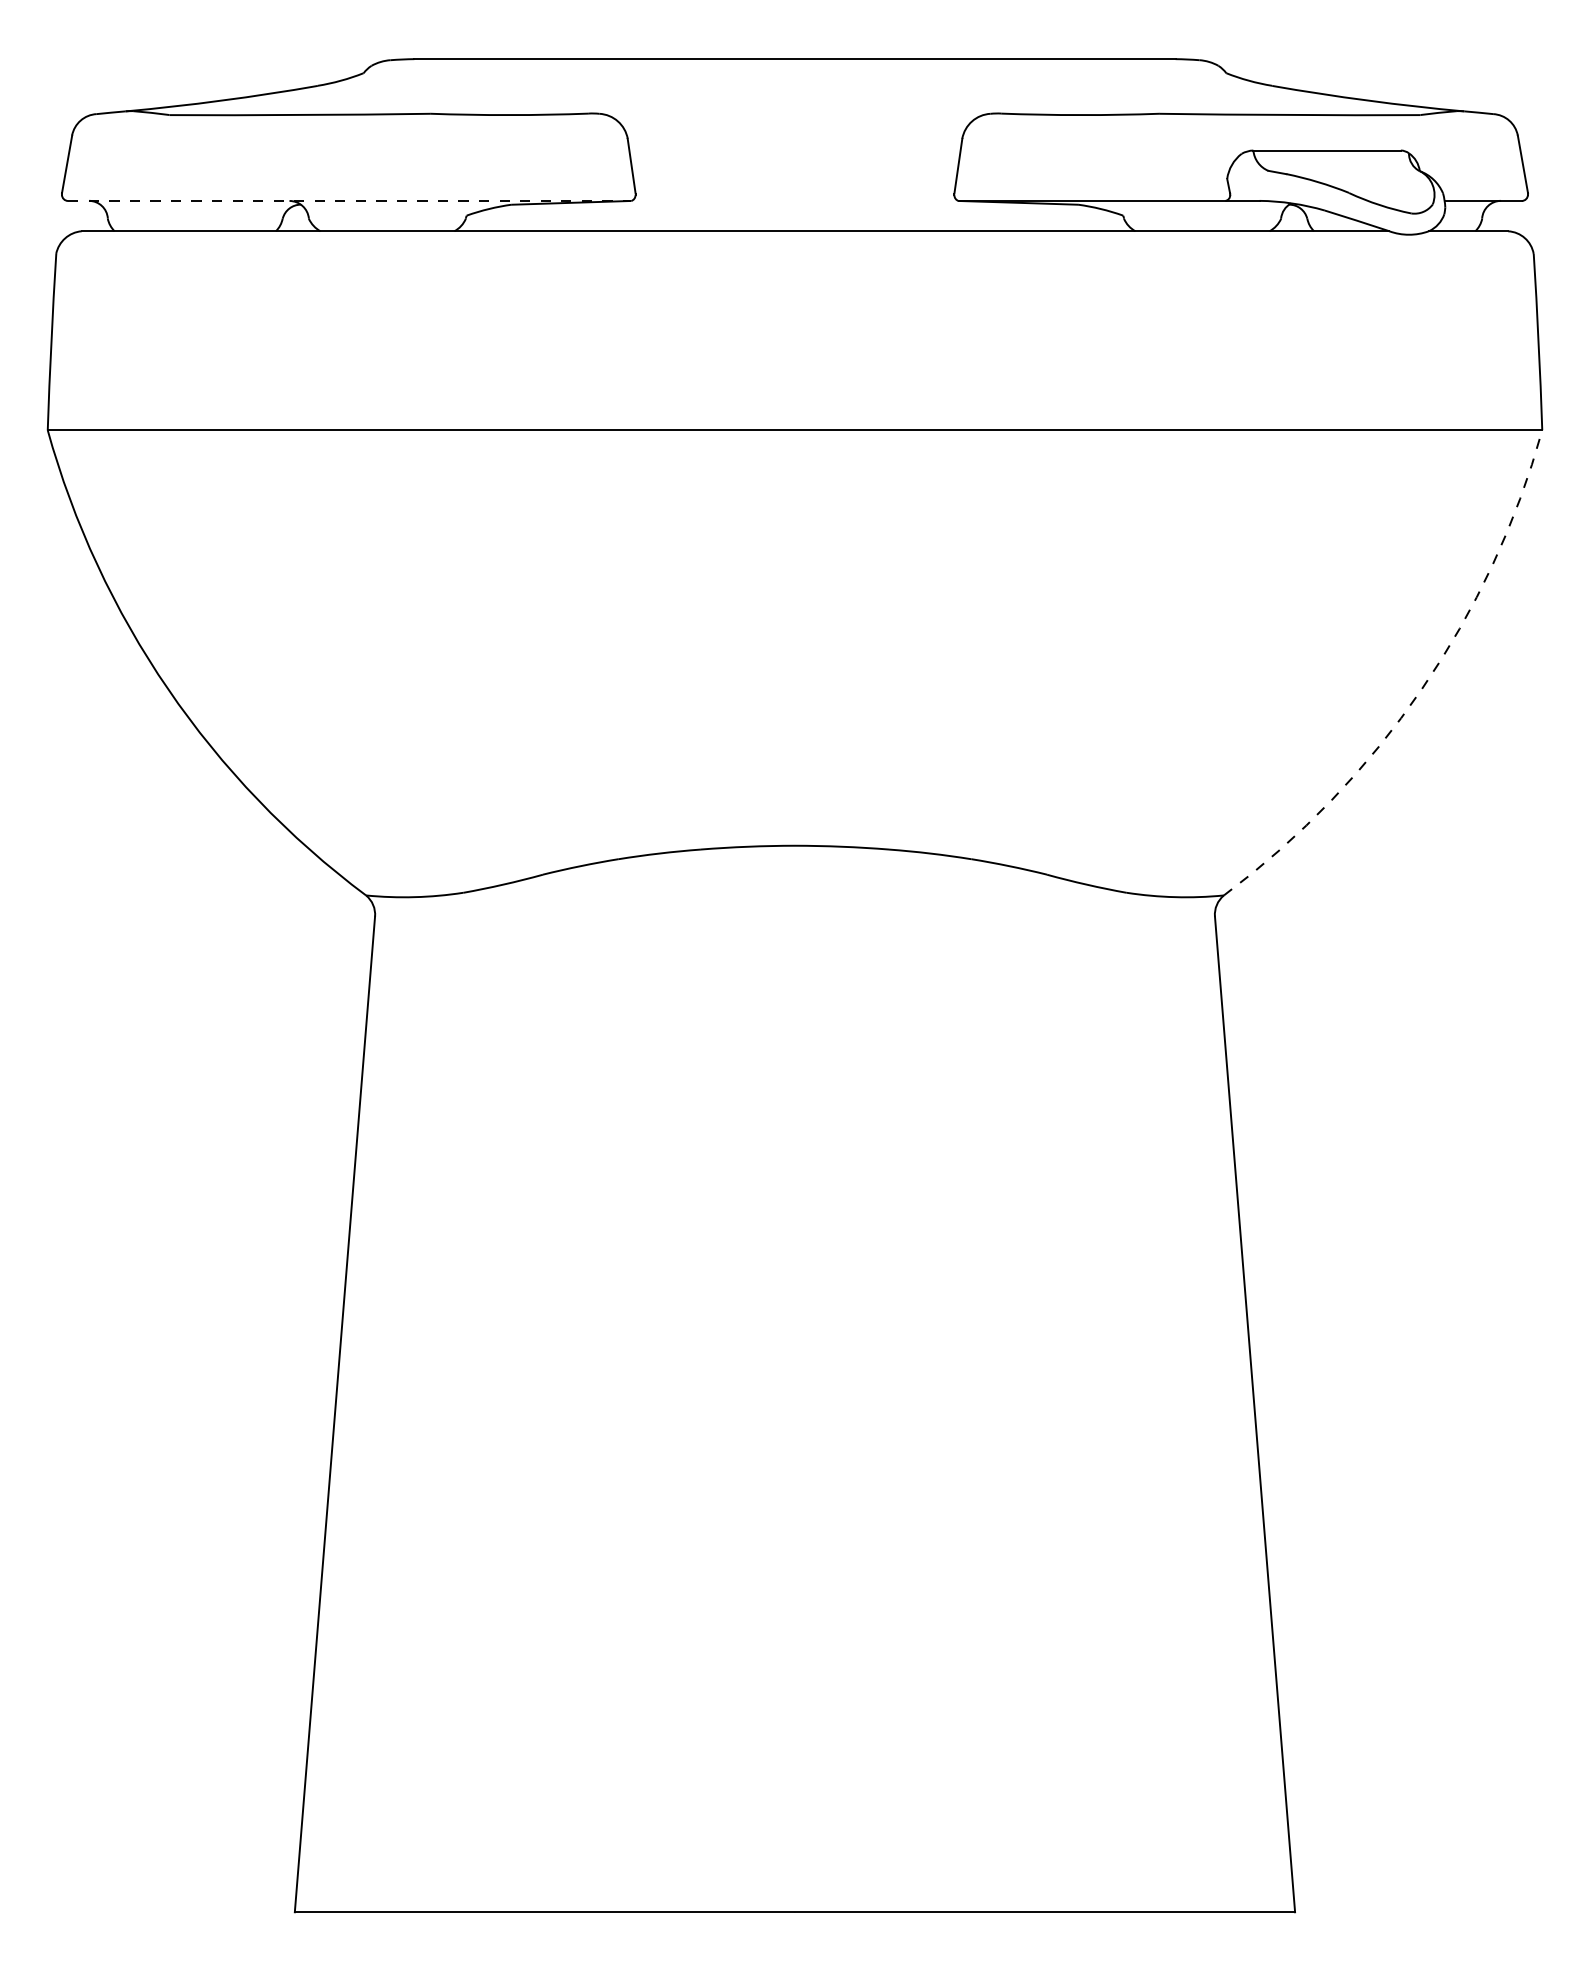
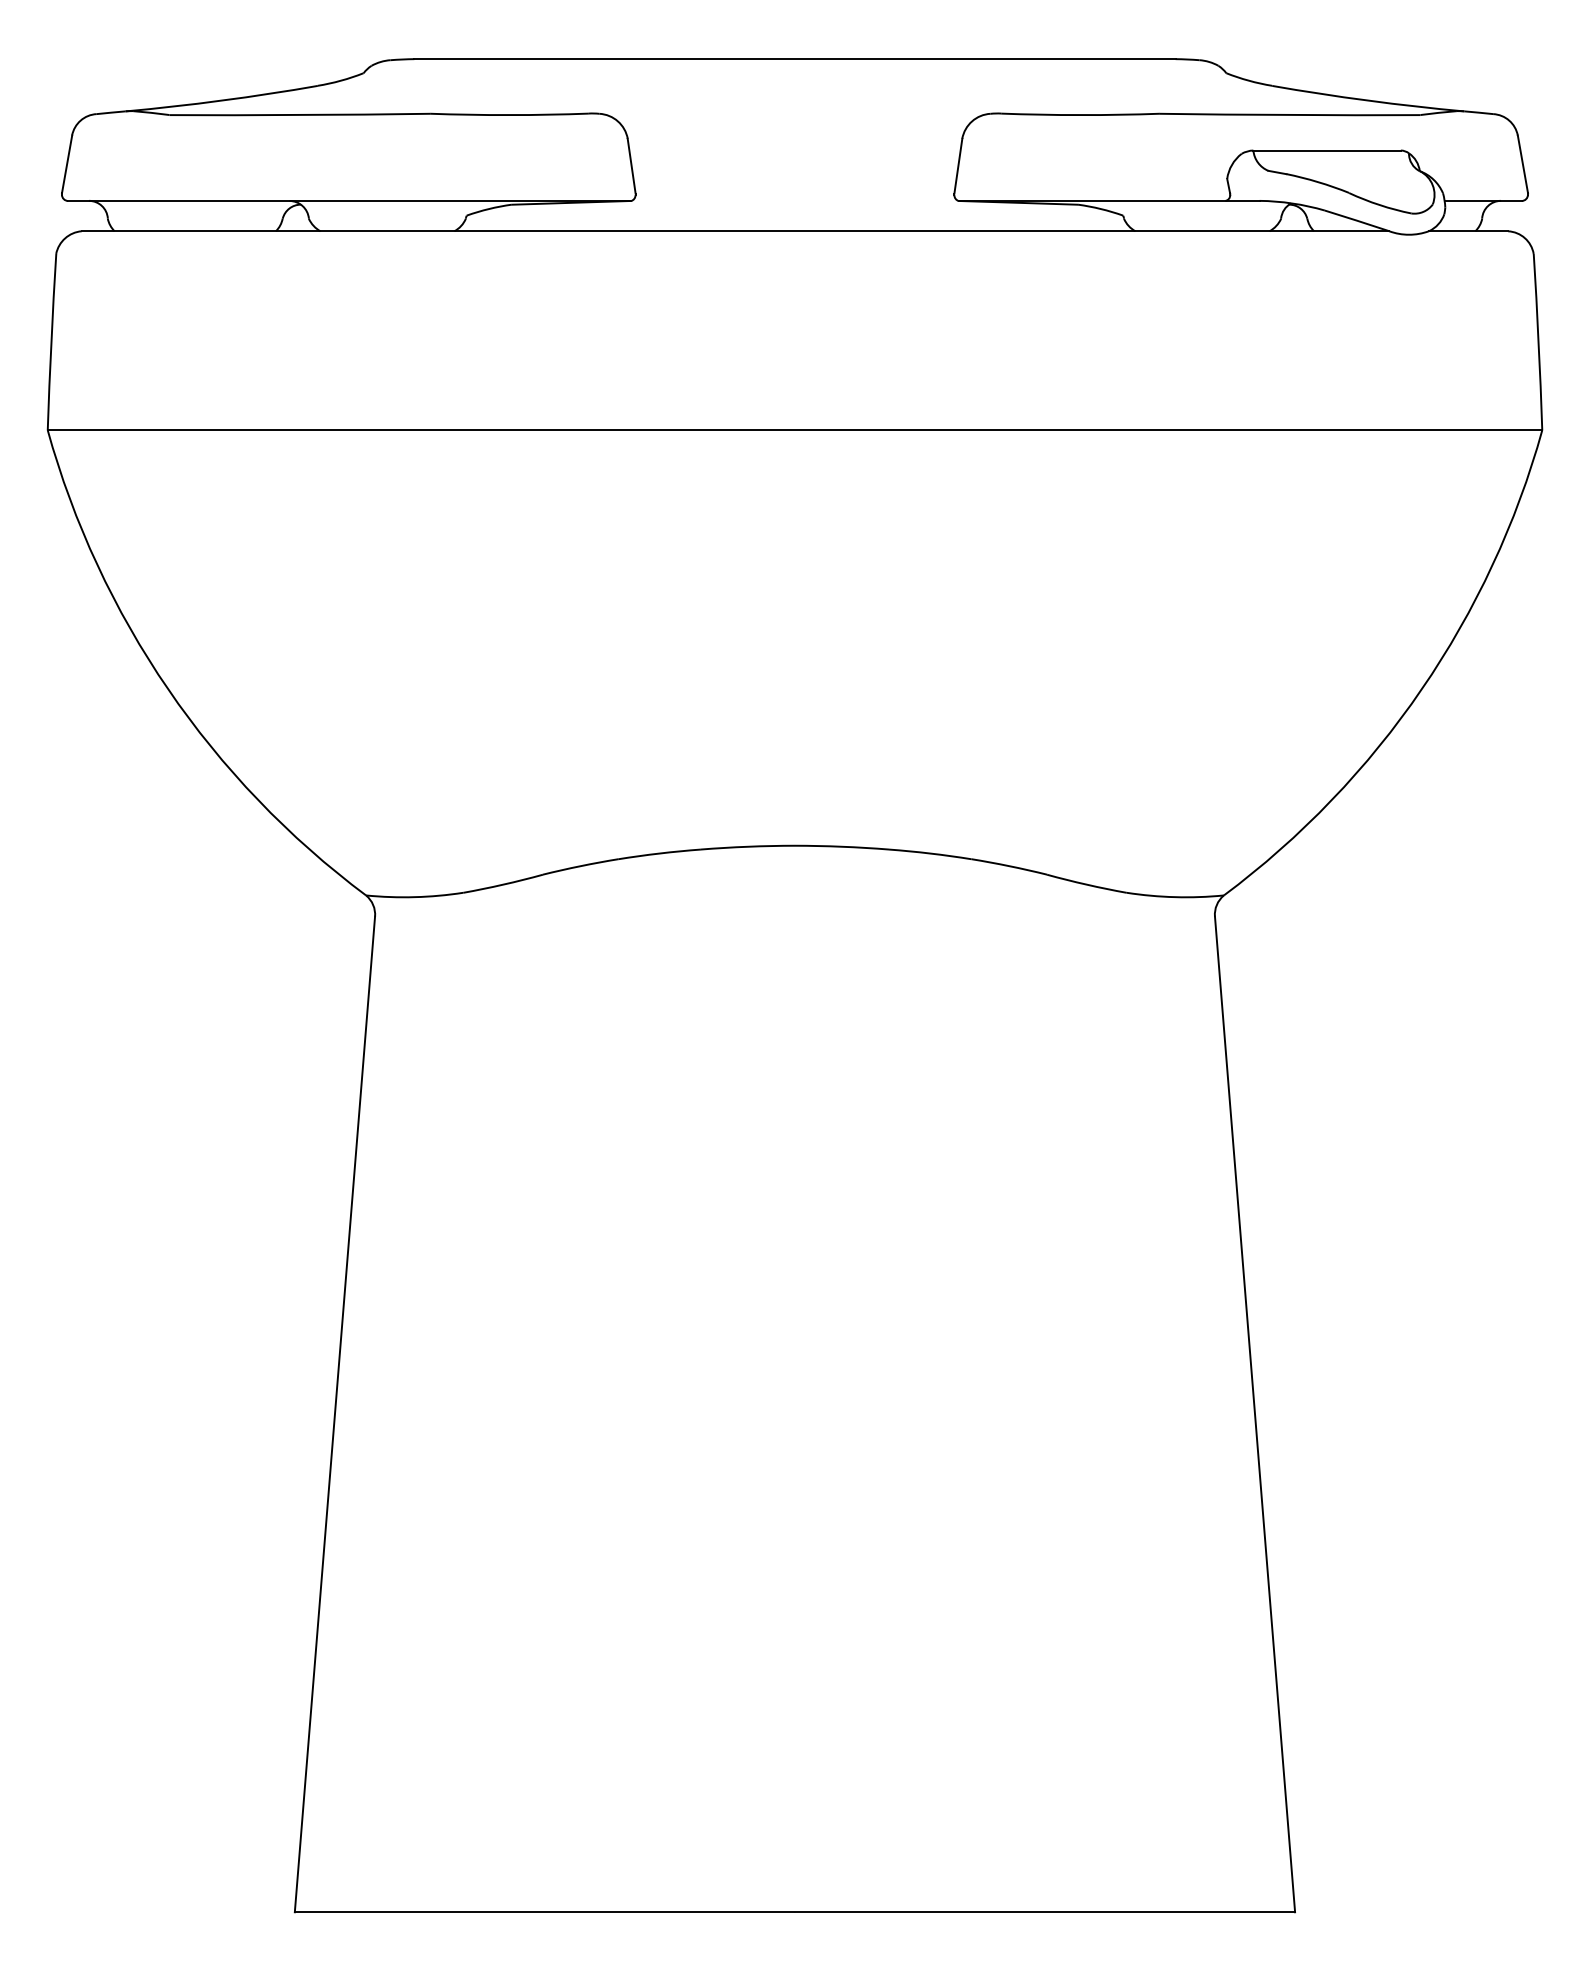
line at (349, 200): dashed -> solid
arc at (1421, 689): dashed -> solid
